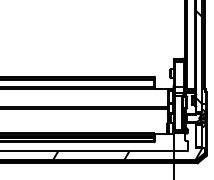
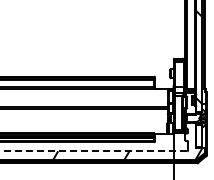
line at (93, 151): solid -> dashed
